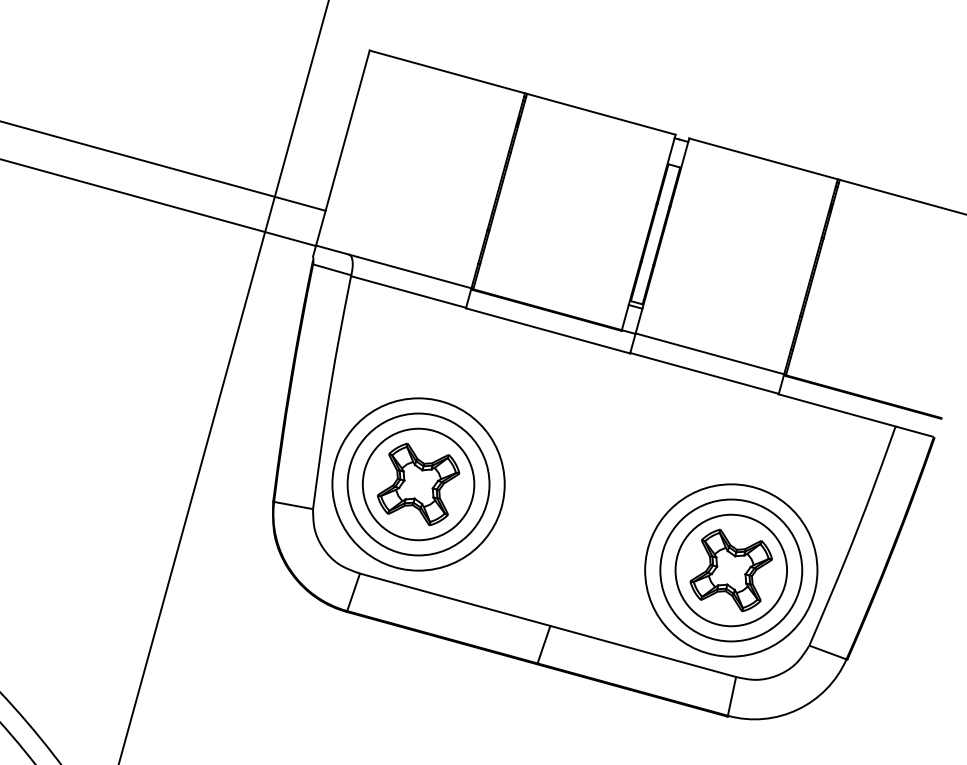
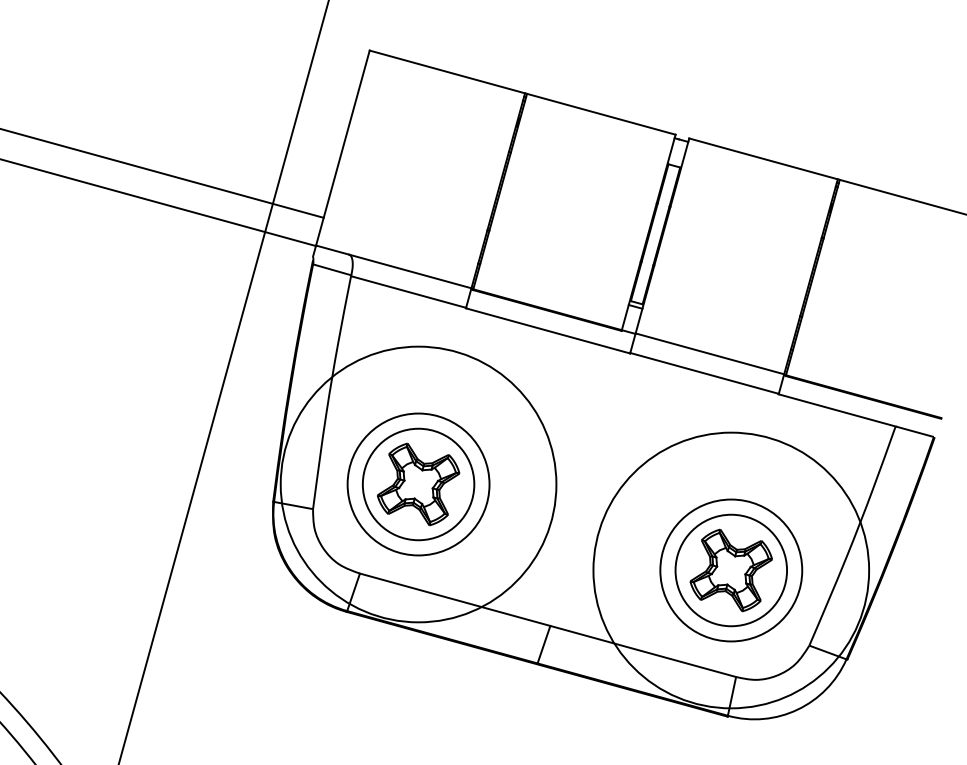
line at (163, 165) position: (163, 165) -> (162, 173)
circle at (418, 484) diameter: 172 px -> 276 px
circle at (731, 570) diameter: 172 px -> 276 px
